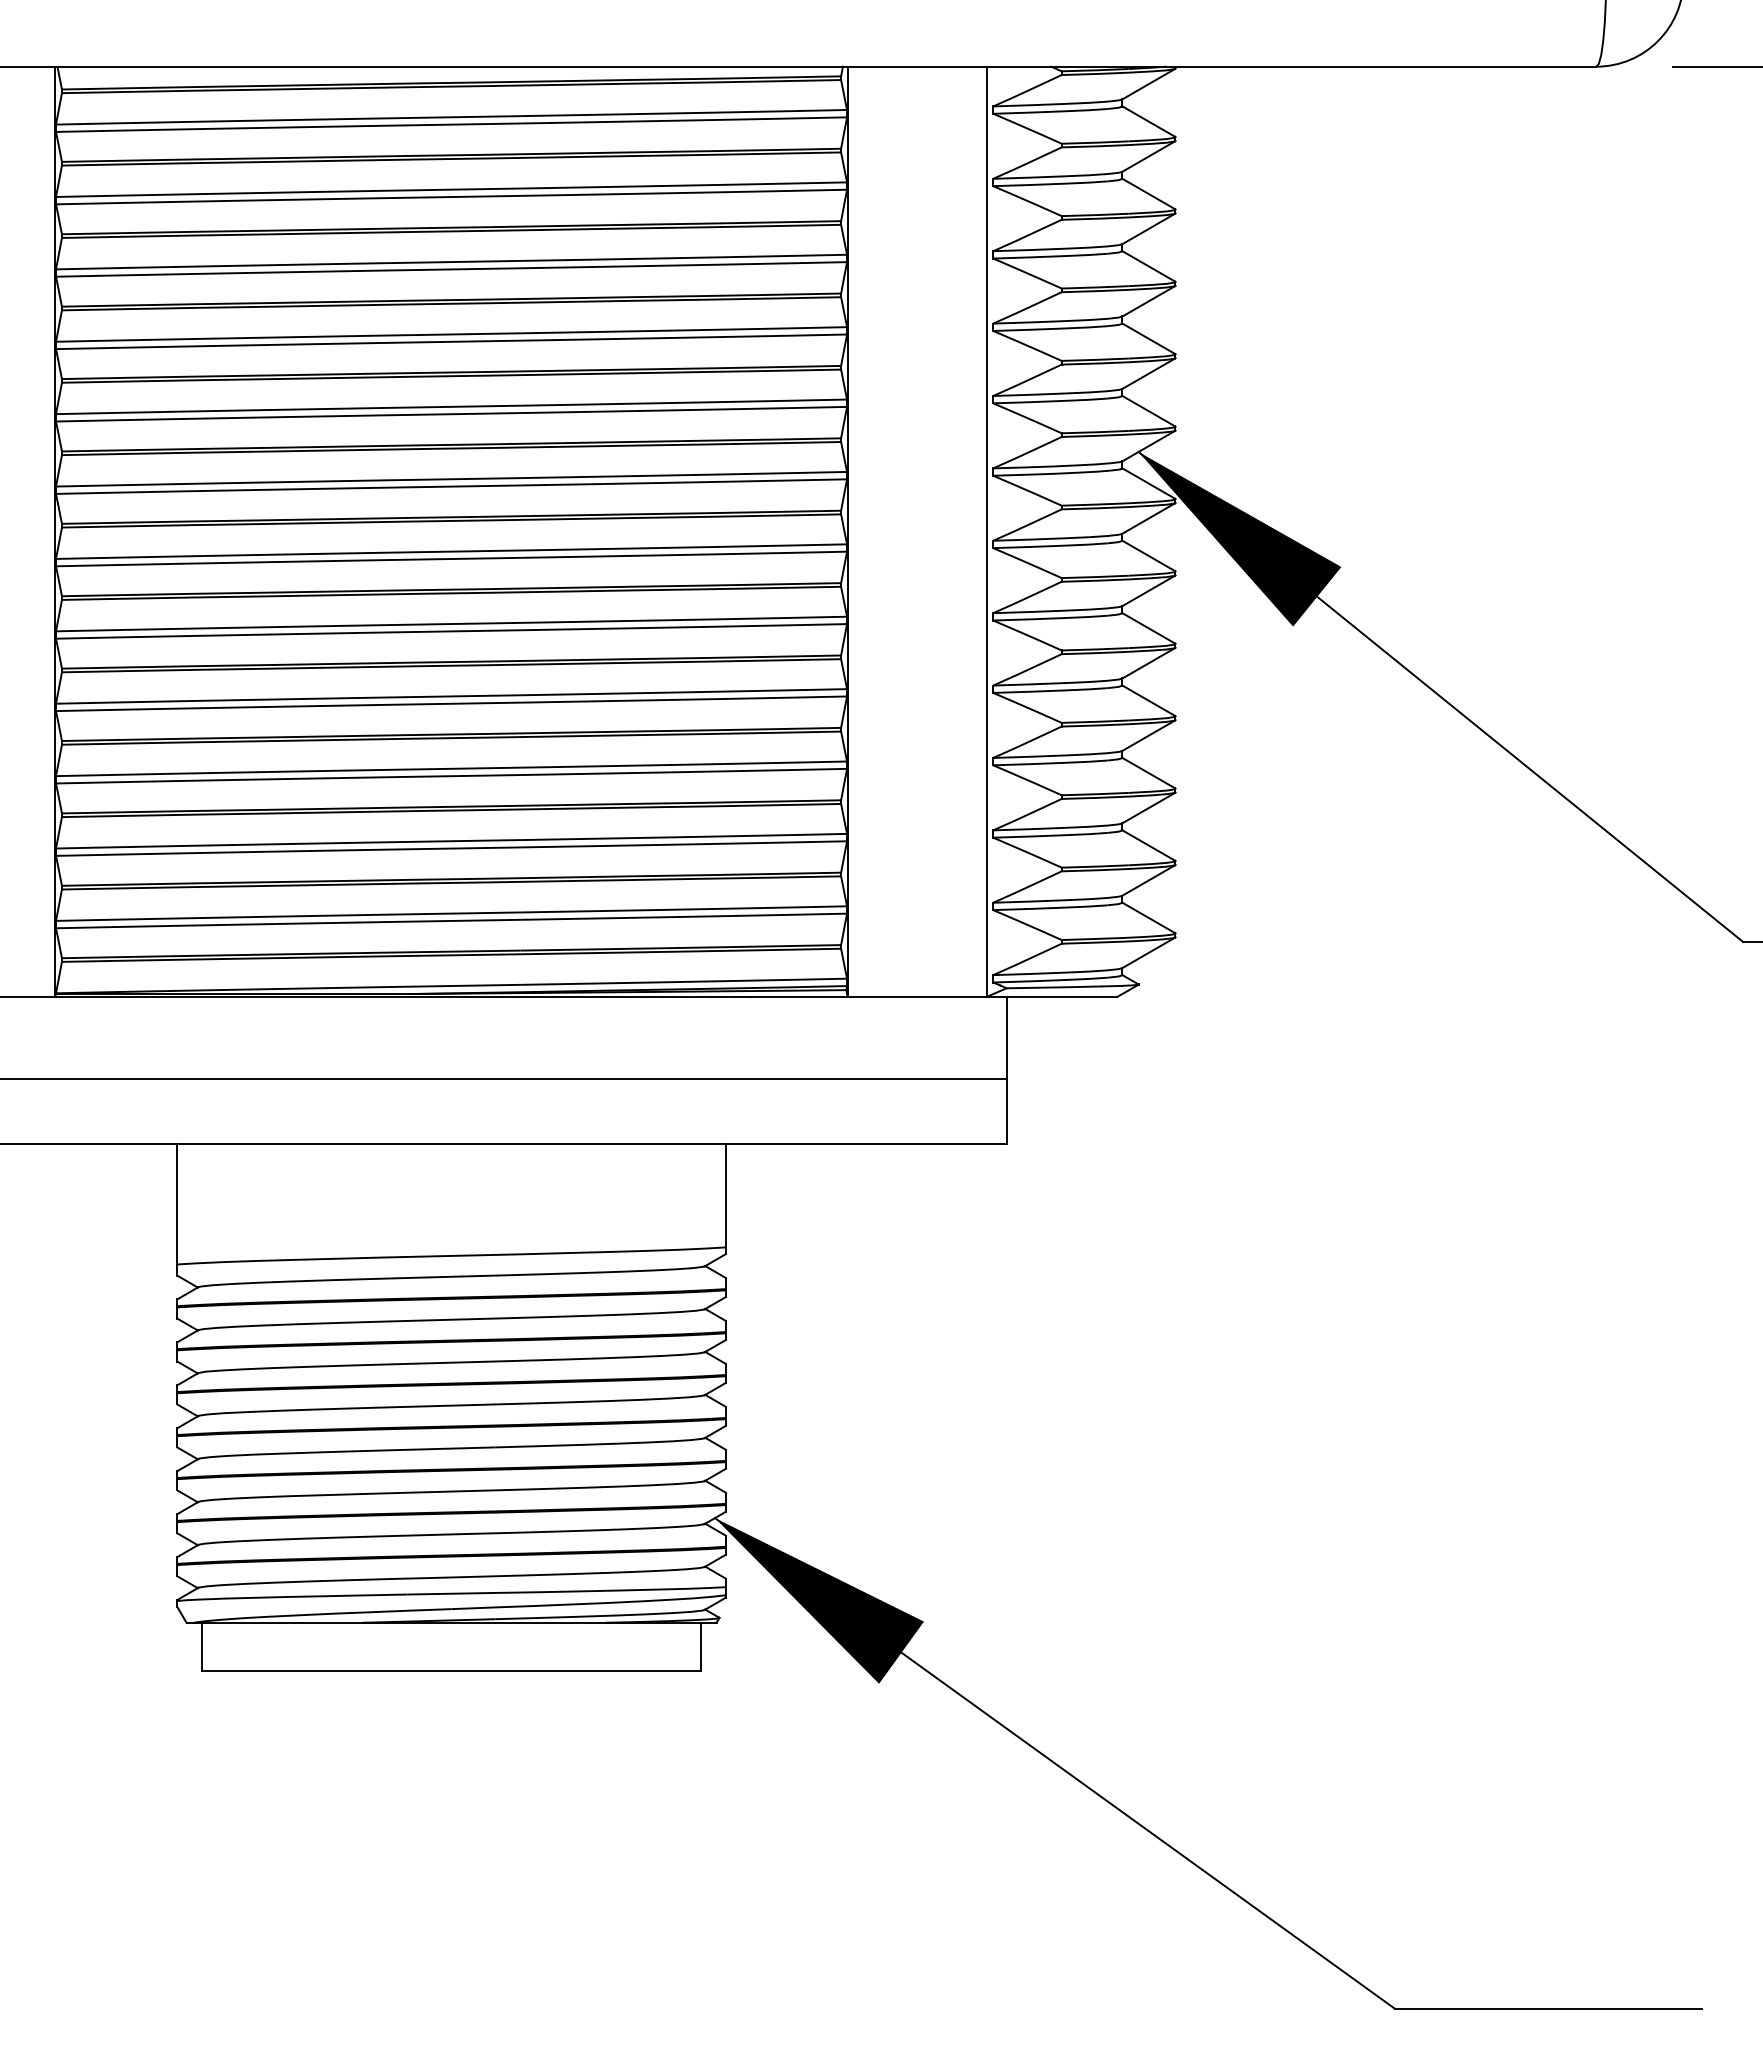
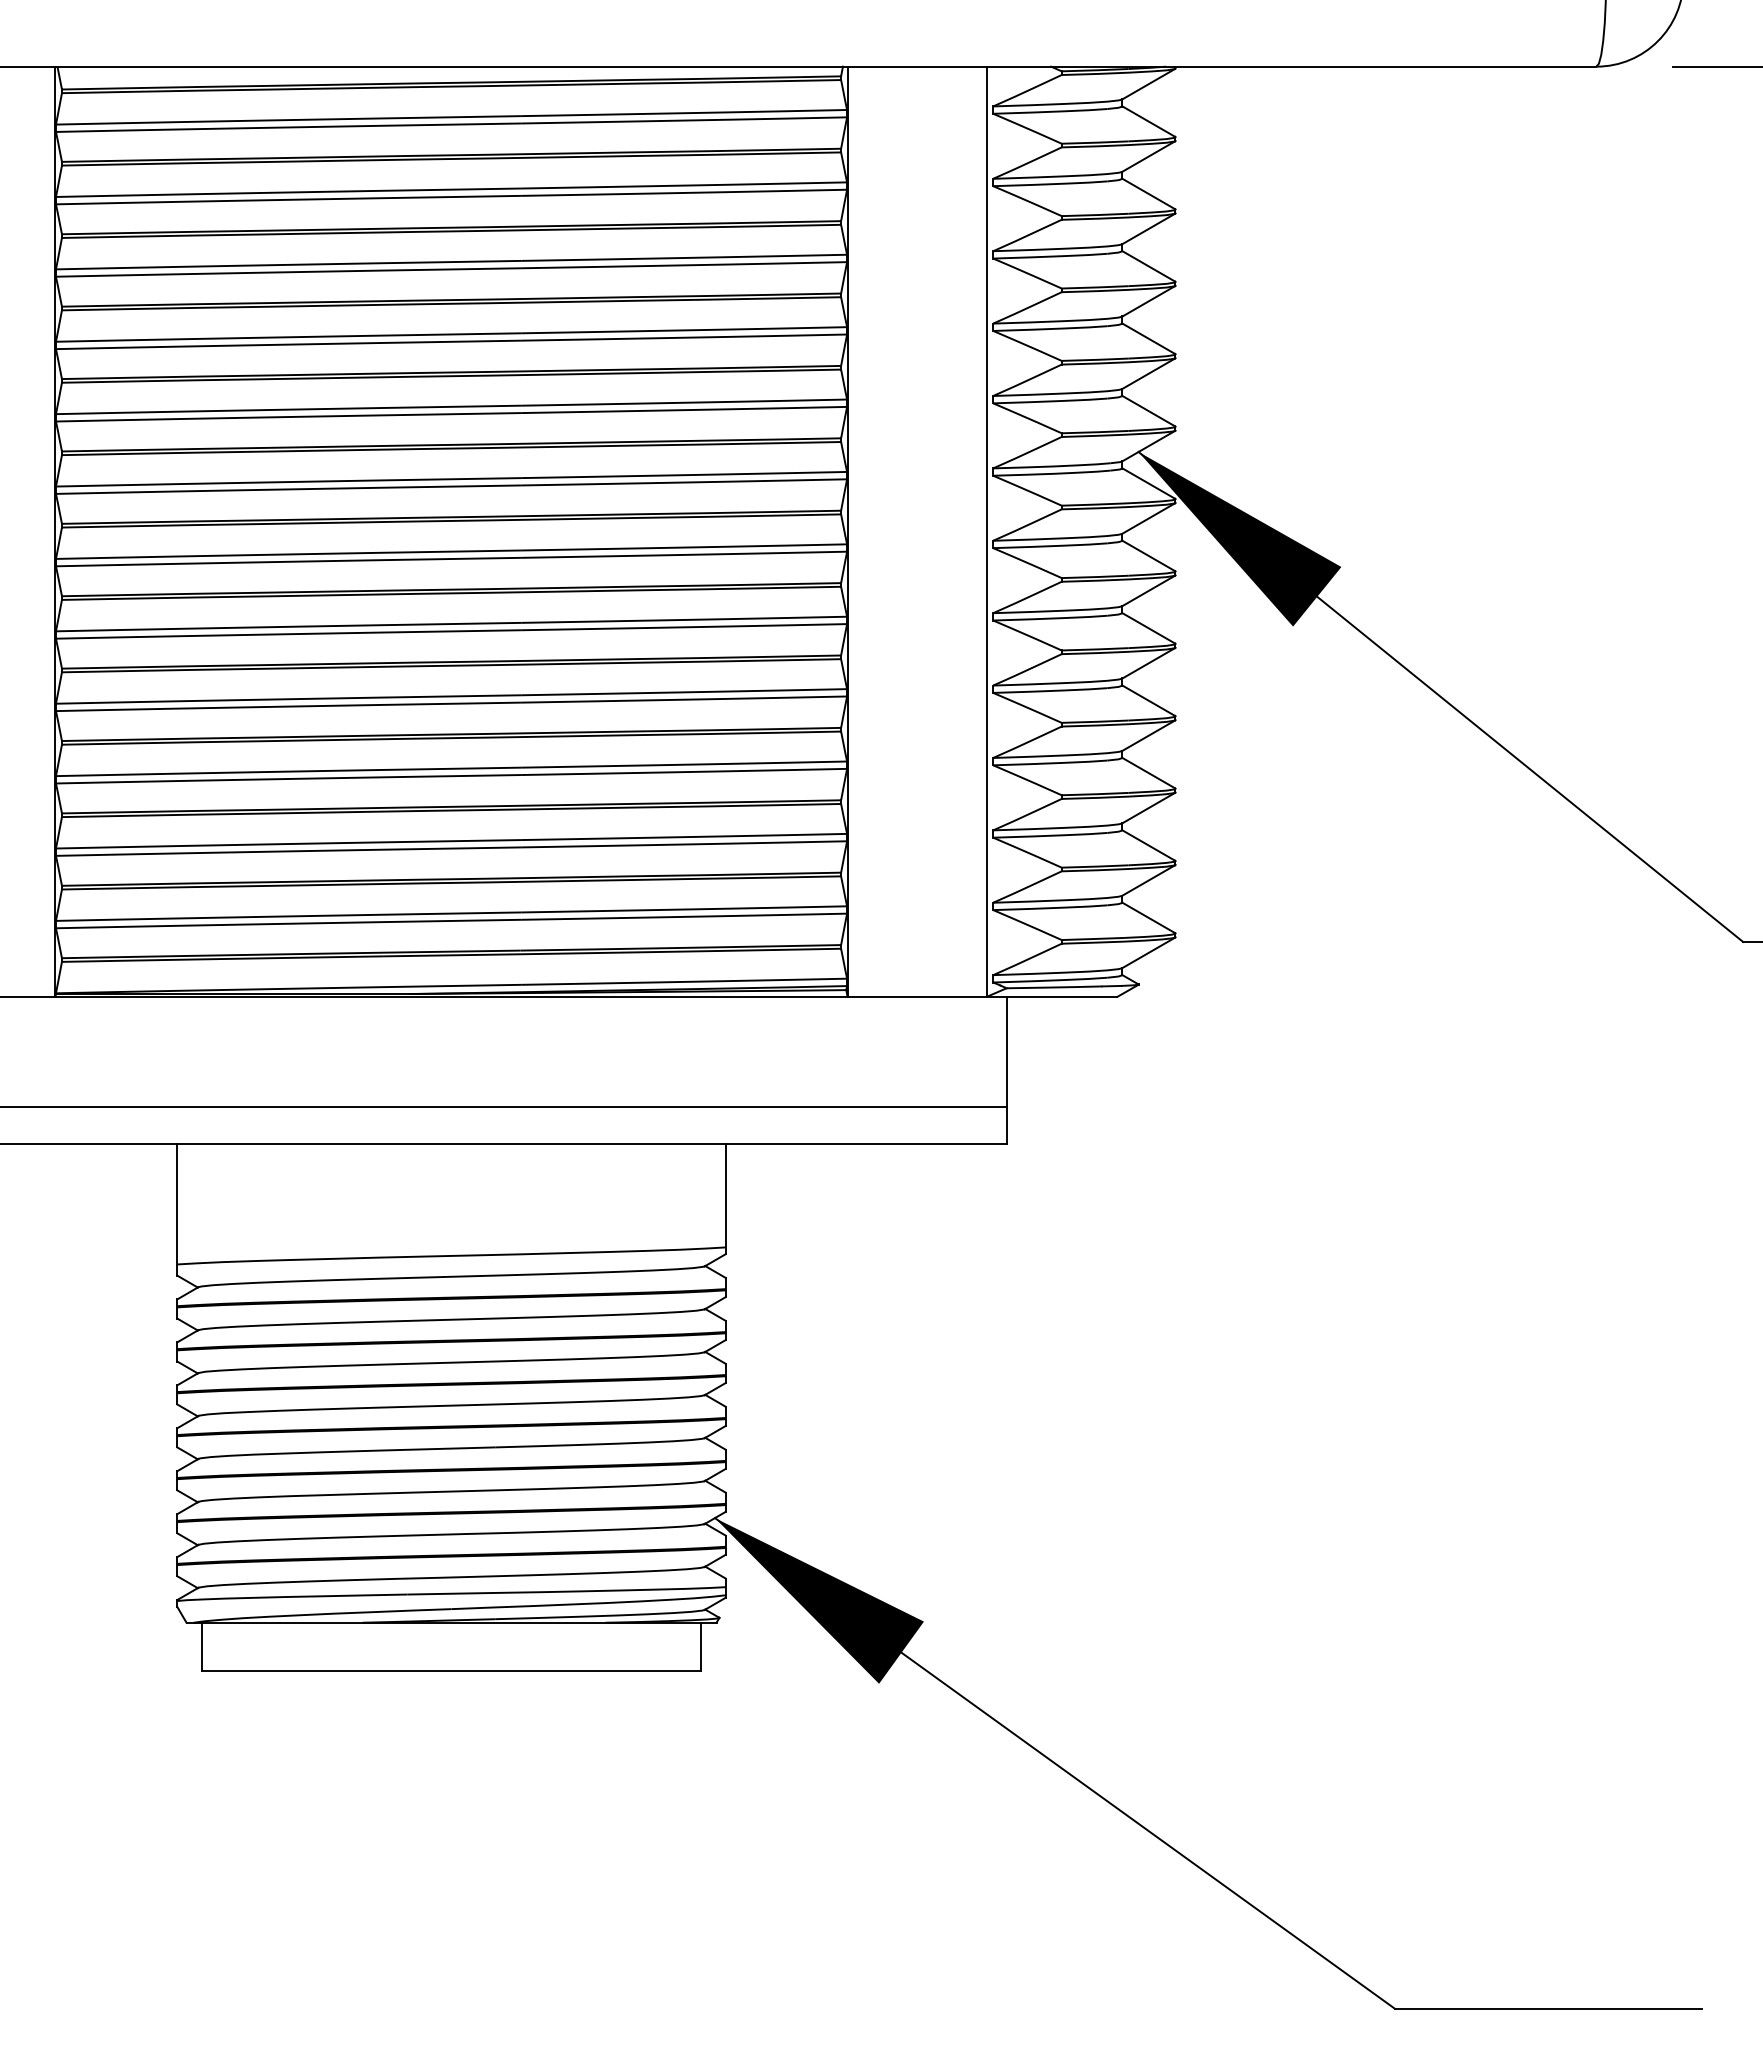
line at (504, 1079) position: (504, 1079) -> (504, 1107)
